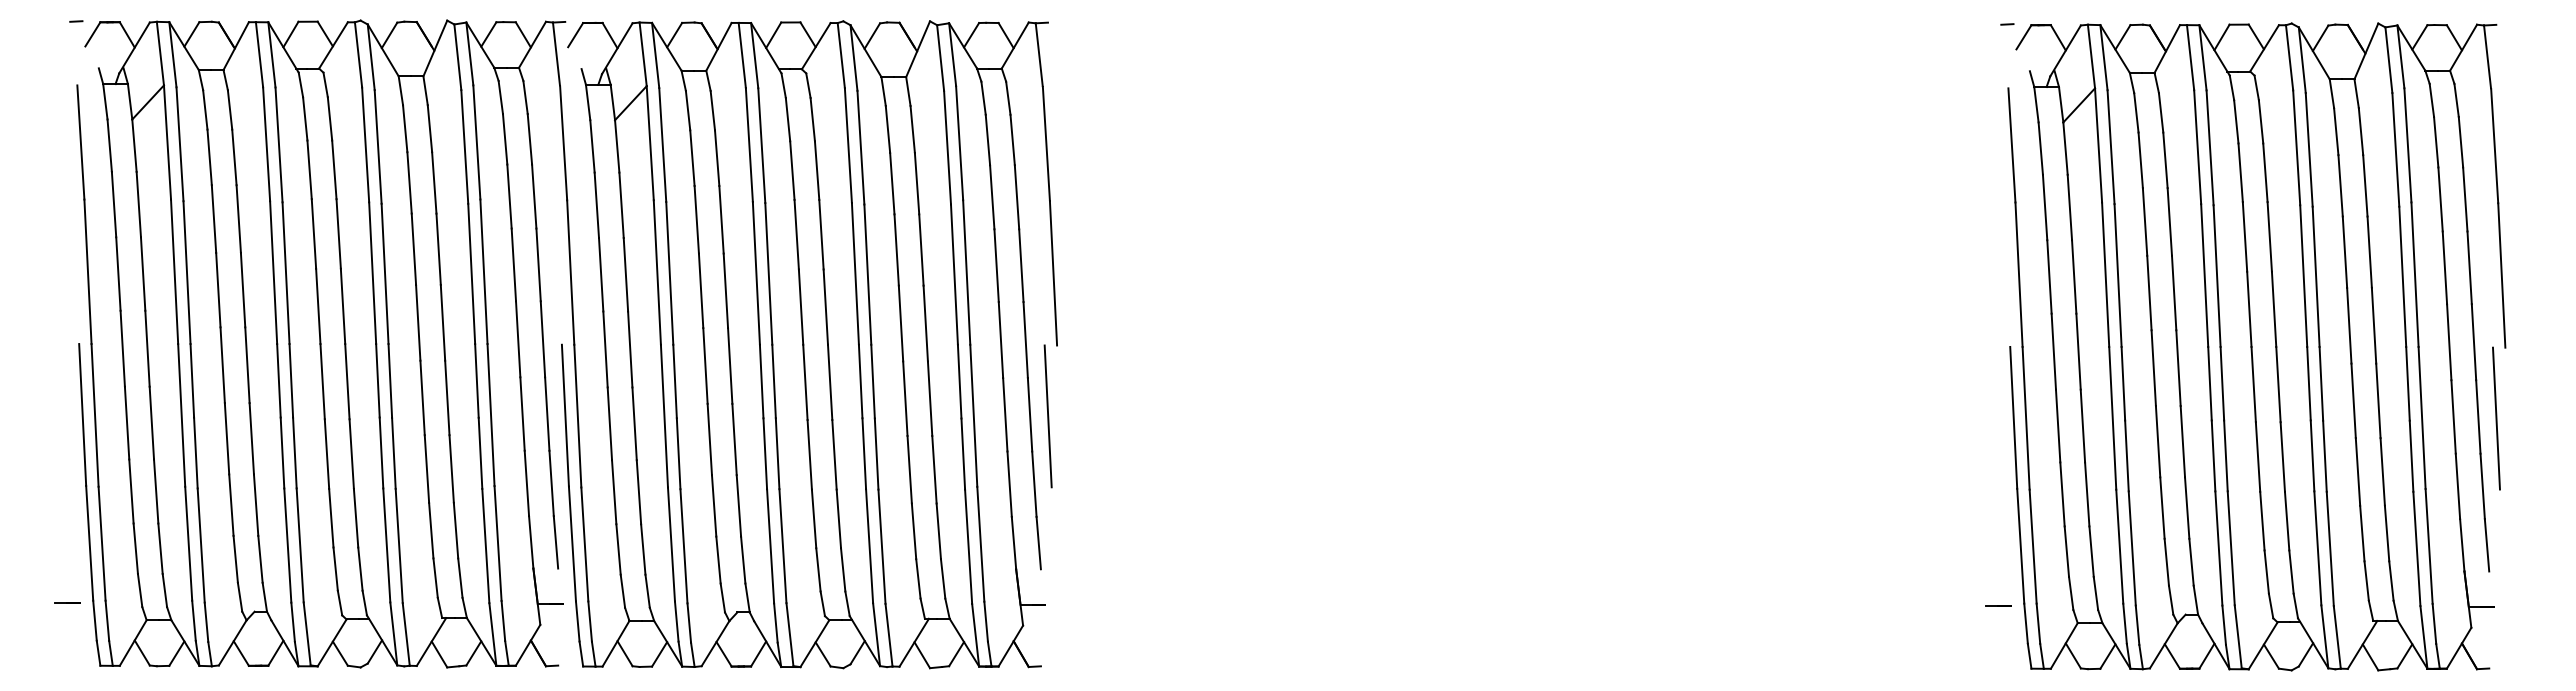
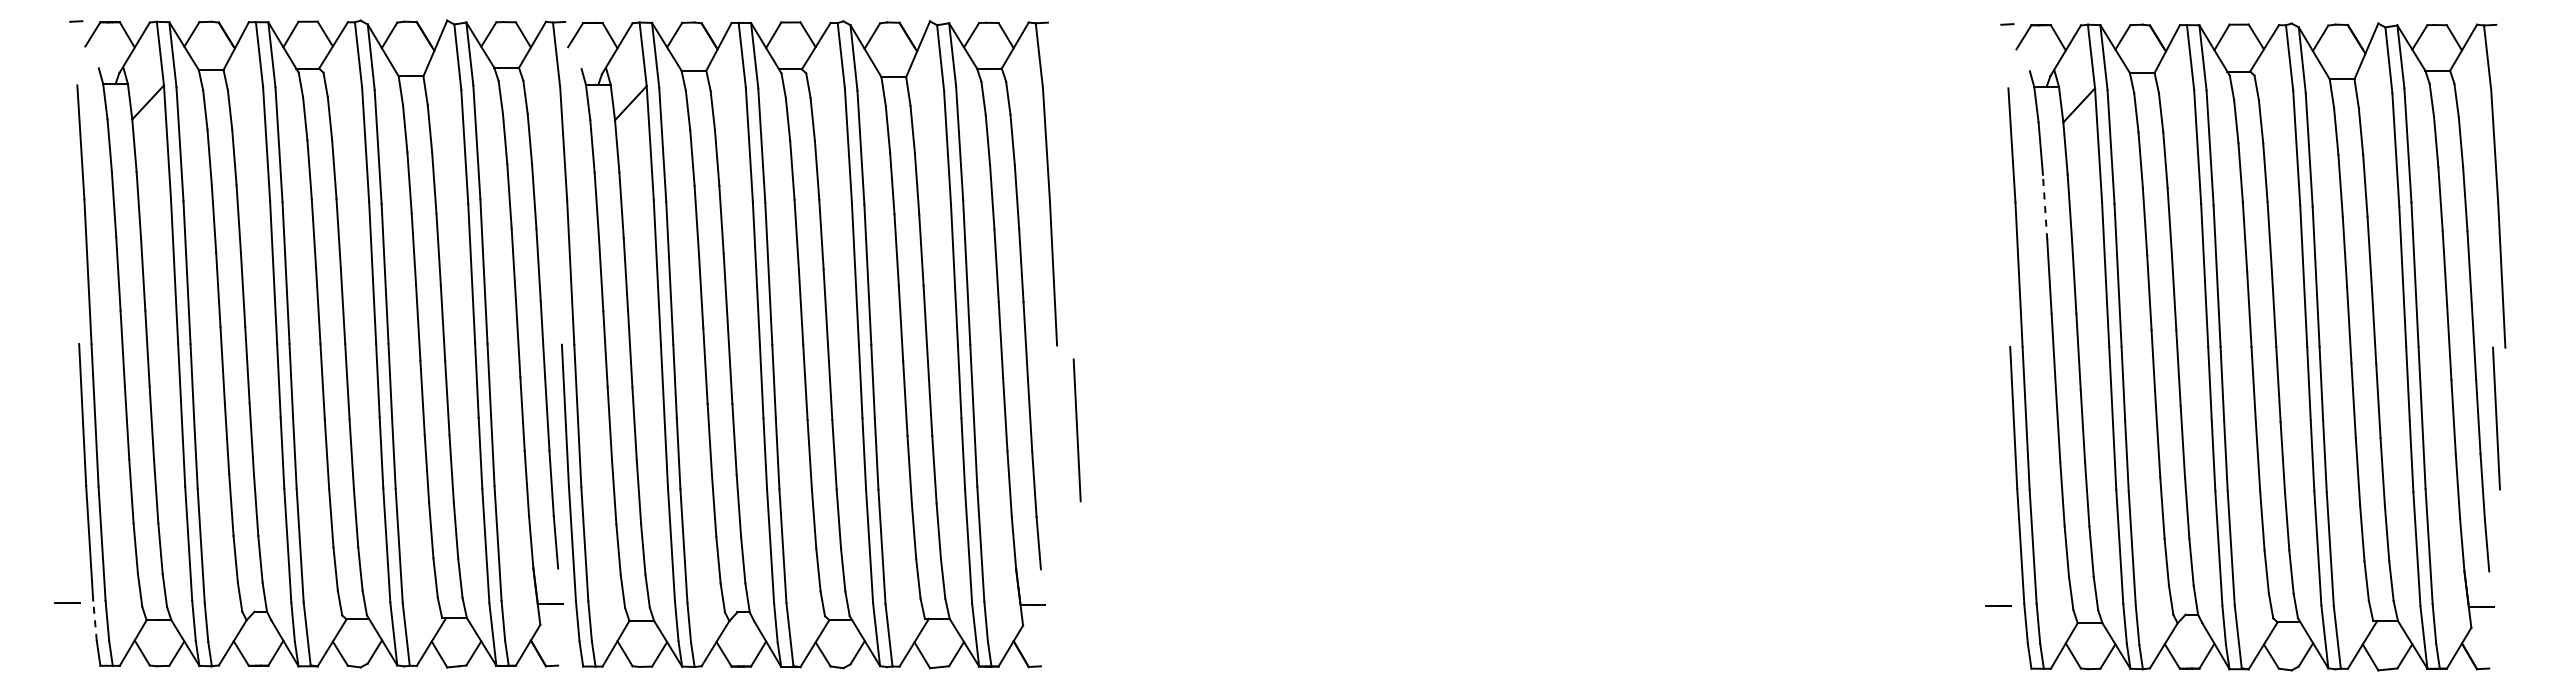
line at (2045, 207): solid -> dashed
line at (1047, 416) position: (1047, 416) -> (1076, 430)
line at (94, 620): solid -> dashed
